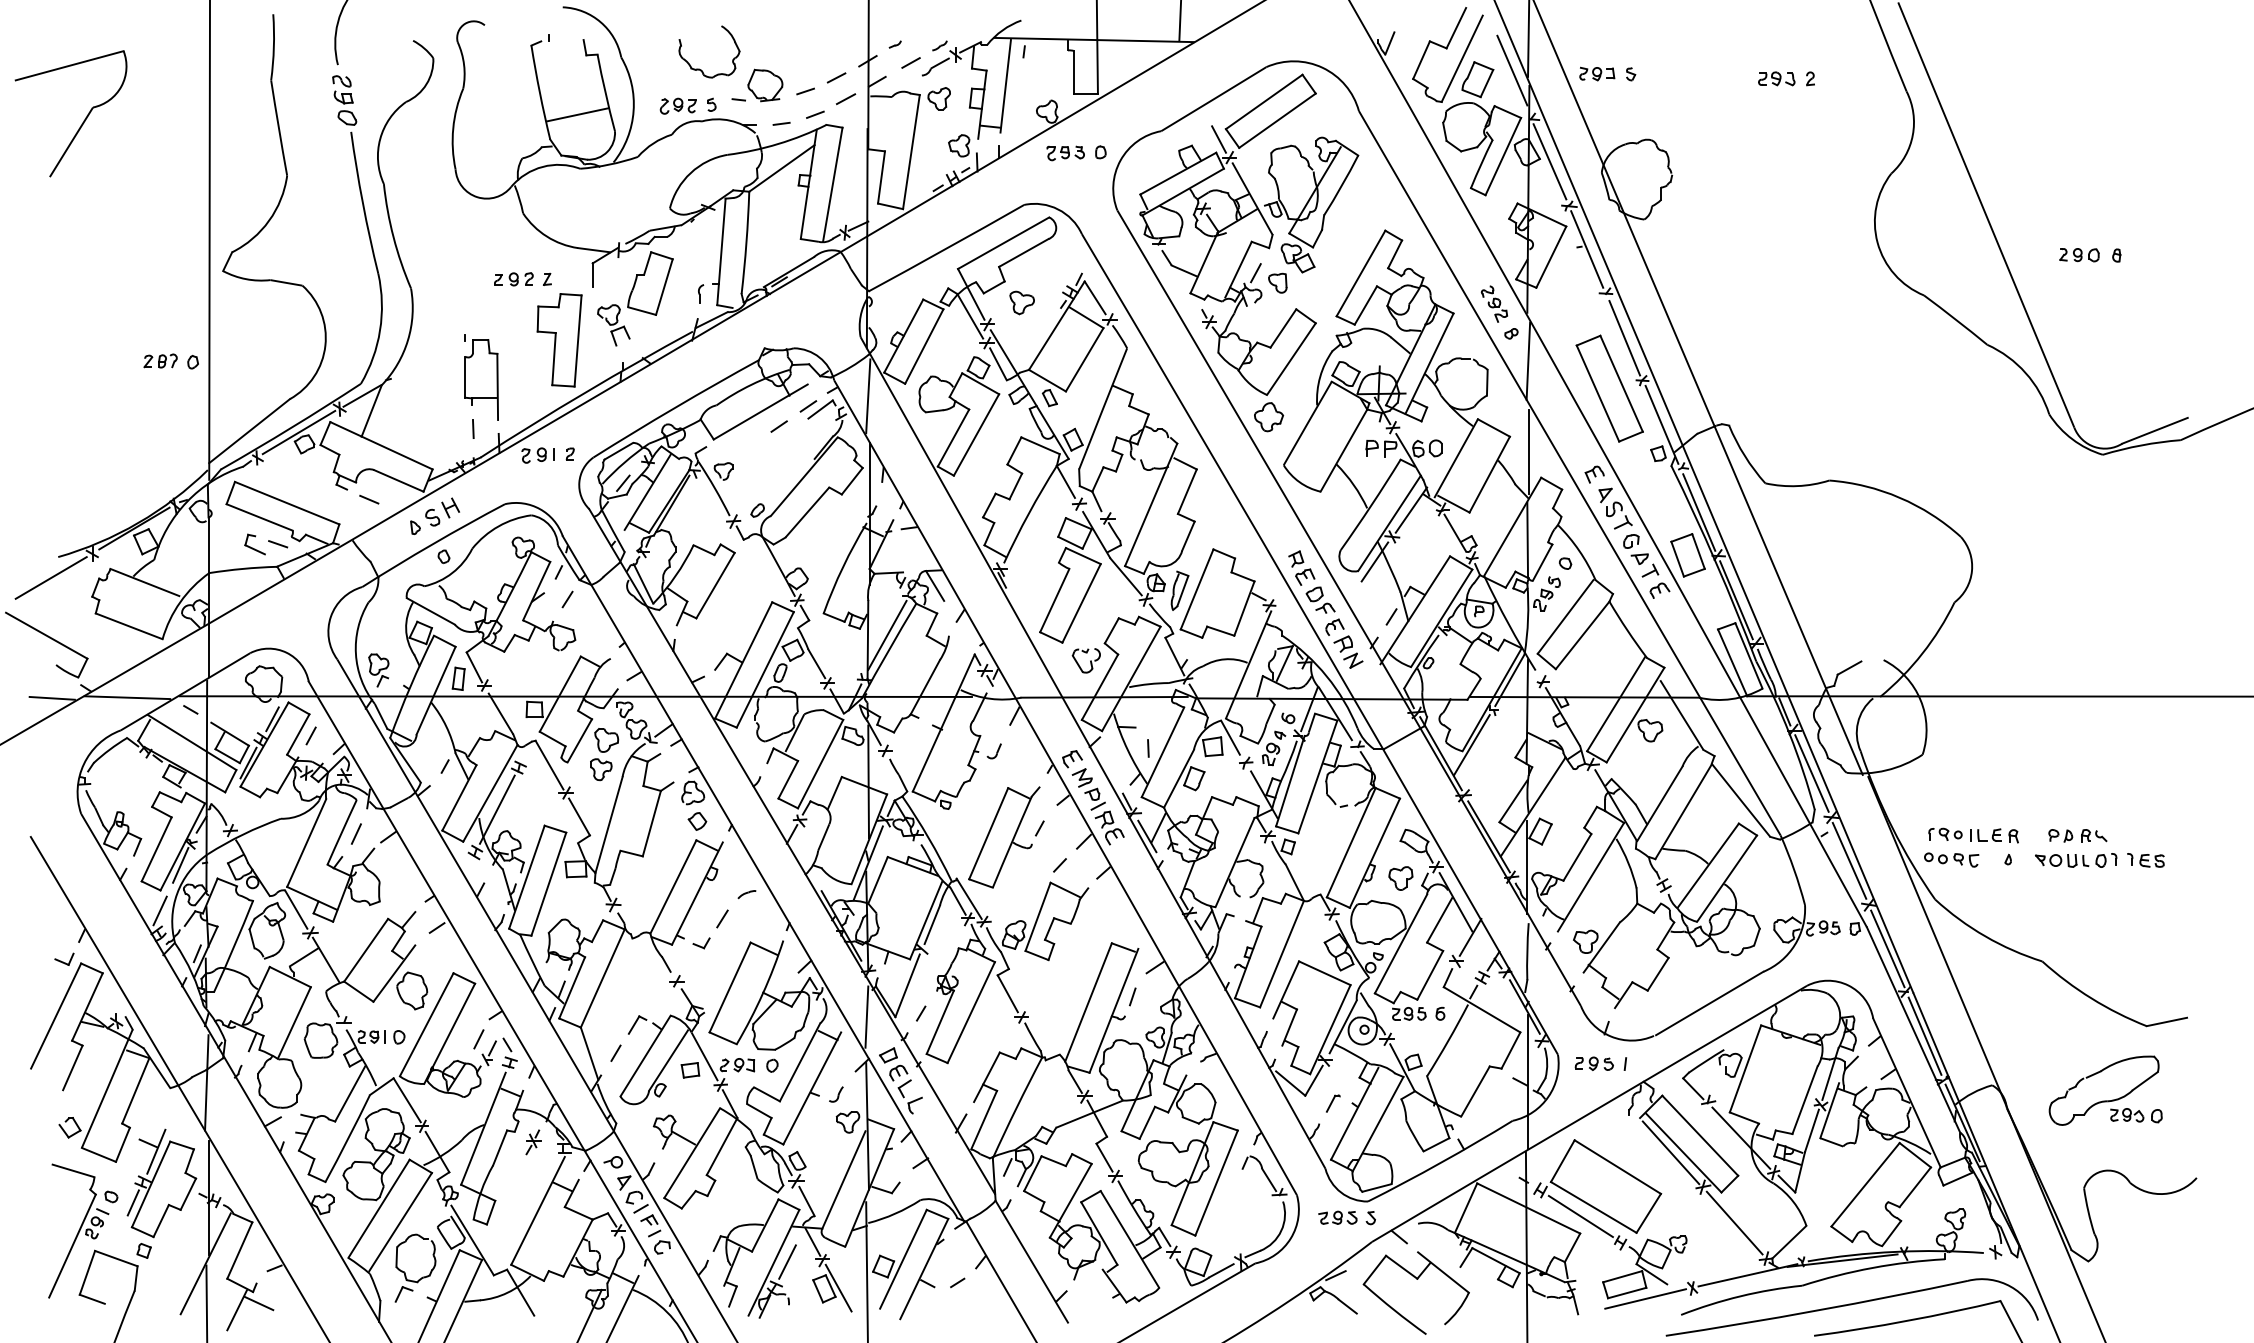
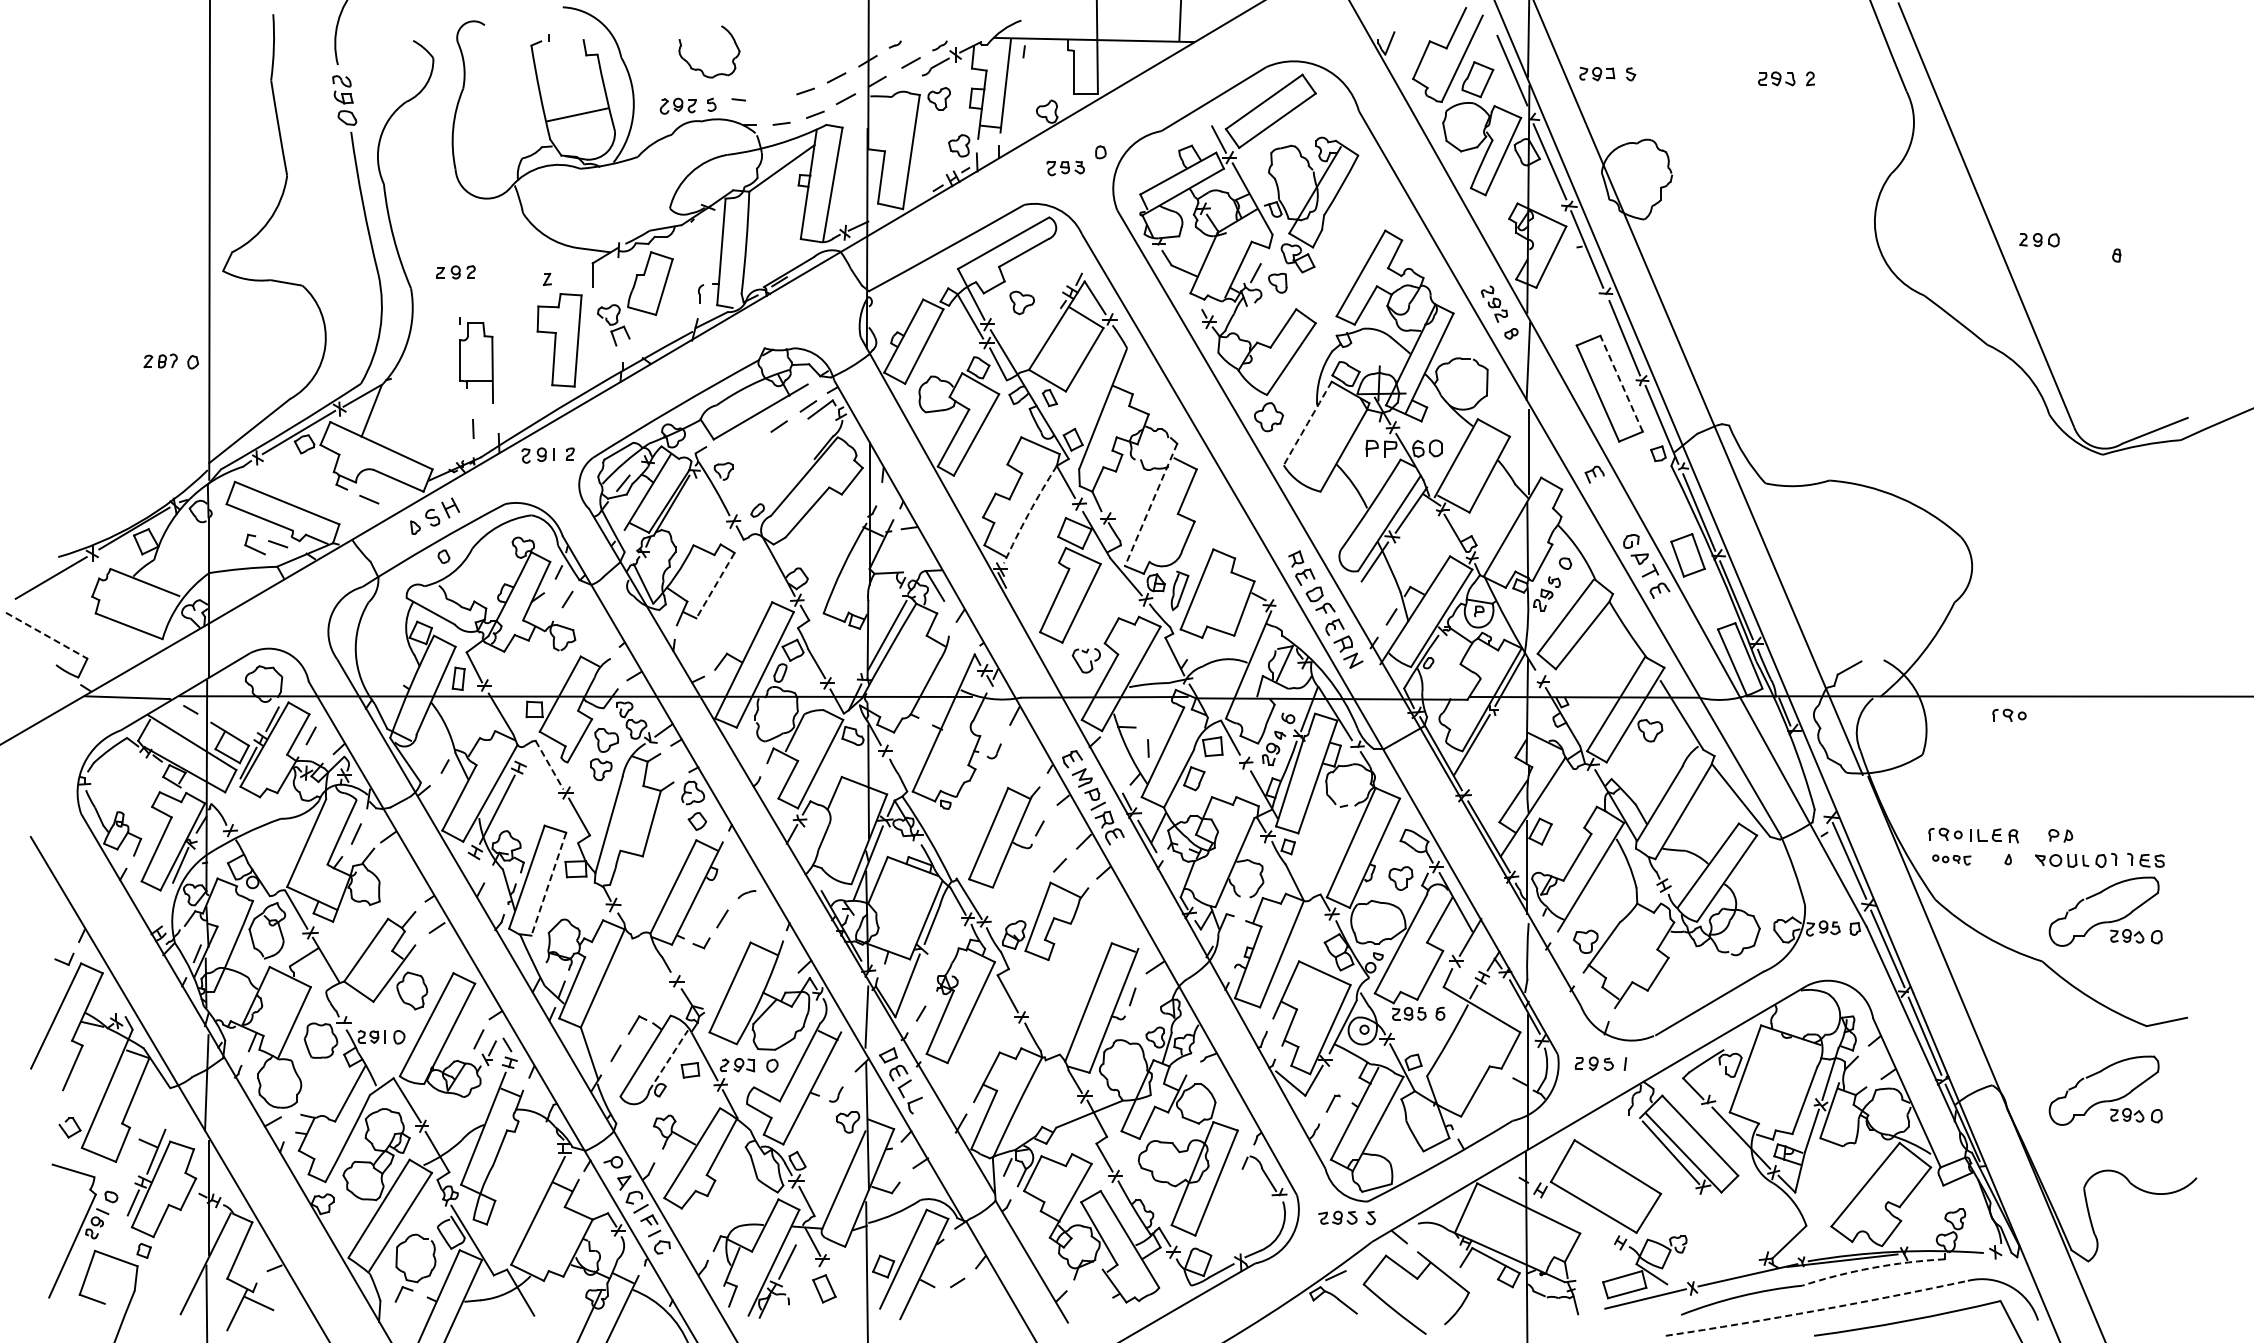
part at (765, 85): present -> none
part at (83, 120): present -> none
part at (1065, 153) position: (1065, 153) -> (1065, 168)
part at (2079, 255) position: (2079, 255) -> (2039, 240)
part at (513, 279) position: (513, 279) -> (455, 272)
part at (481, 377) position: (481, 377) -> (476, 360)
line at (1621, 383): solid -> dashed
line at (868, 396): present -> none
arc at (1307, 423): solid -> dashed
line at (1151, 504): solid -> dashed
part at (1615, 508): present -> none
arc at (1028, 513): solid -> dashed
line at (715, 585): solid -> dashed
line at (46, 635): solid -> dashed
part at (378, 670): present -> none
line at (51, 697): present -> none
part at (2009, 714): none -> present
line at (549, 765): solid -> dashed
line at (1811, 773): present -> none
part at (2094, 835): present -> none
part at (1951, 859) size: 56x16 px -> 40x12 px
line at (548, 884): solid -> dashed
line at (159, 910): present -> none
part at (2105, 911): none -> present
line at (668, 1060): solid -> dashed
part at (533, 1142): present -> none
line at (1580, 1216): present -> none
line at (1734, 1222): present -> none
arc at (1872, 1267): solid -> dashed
line at (838, 1287): present -> none
arc at (1817, 1310): solid -> dashed
